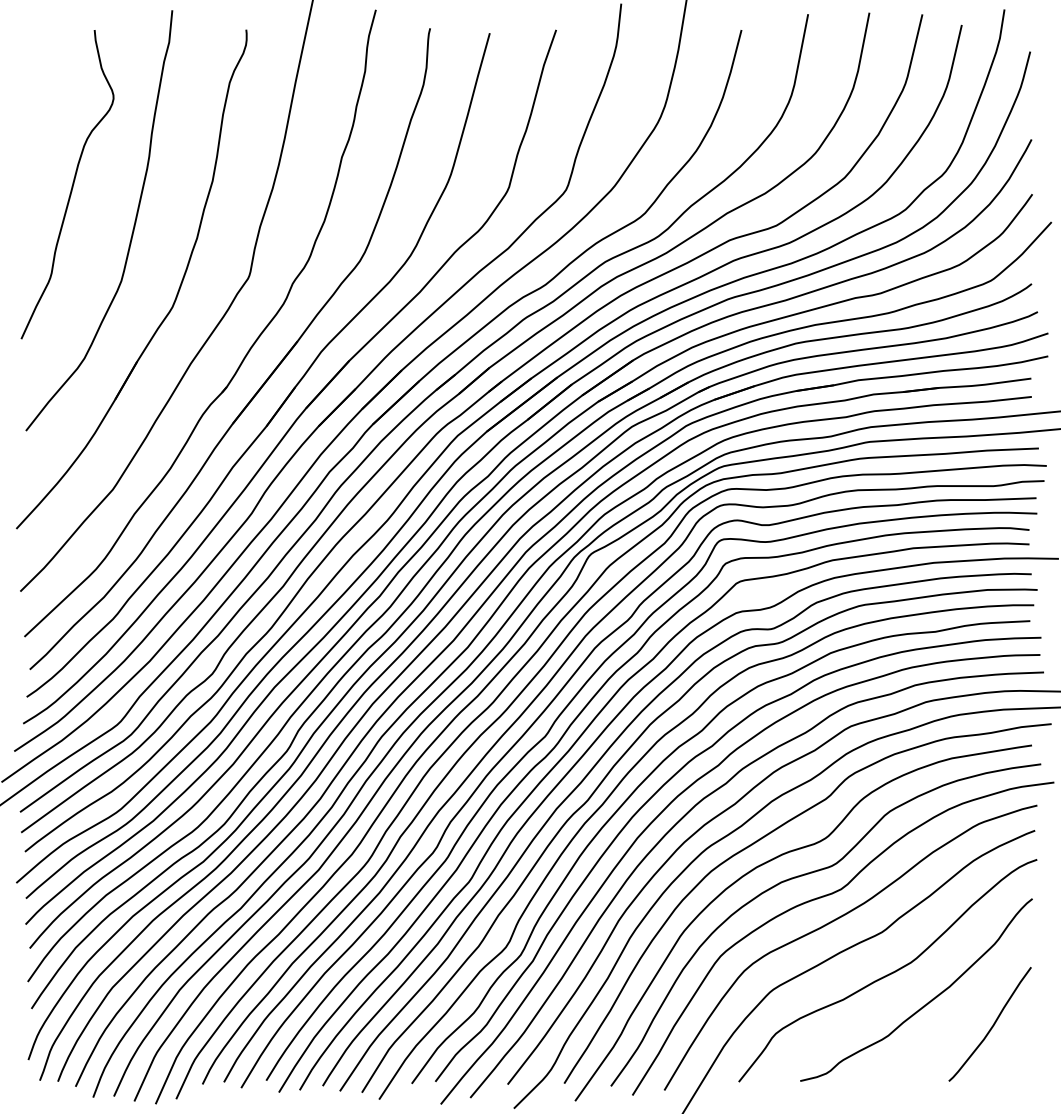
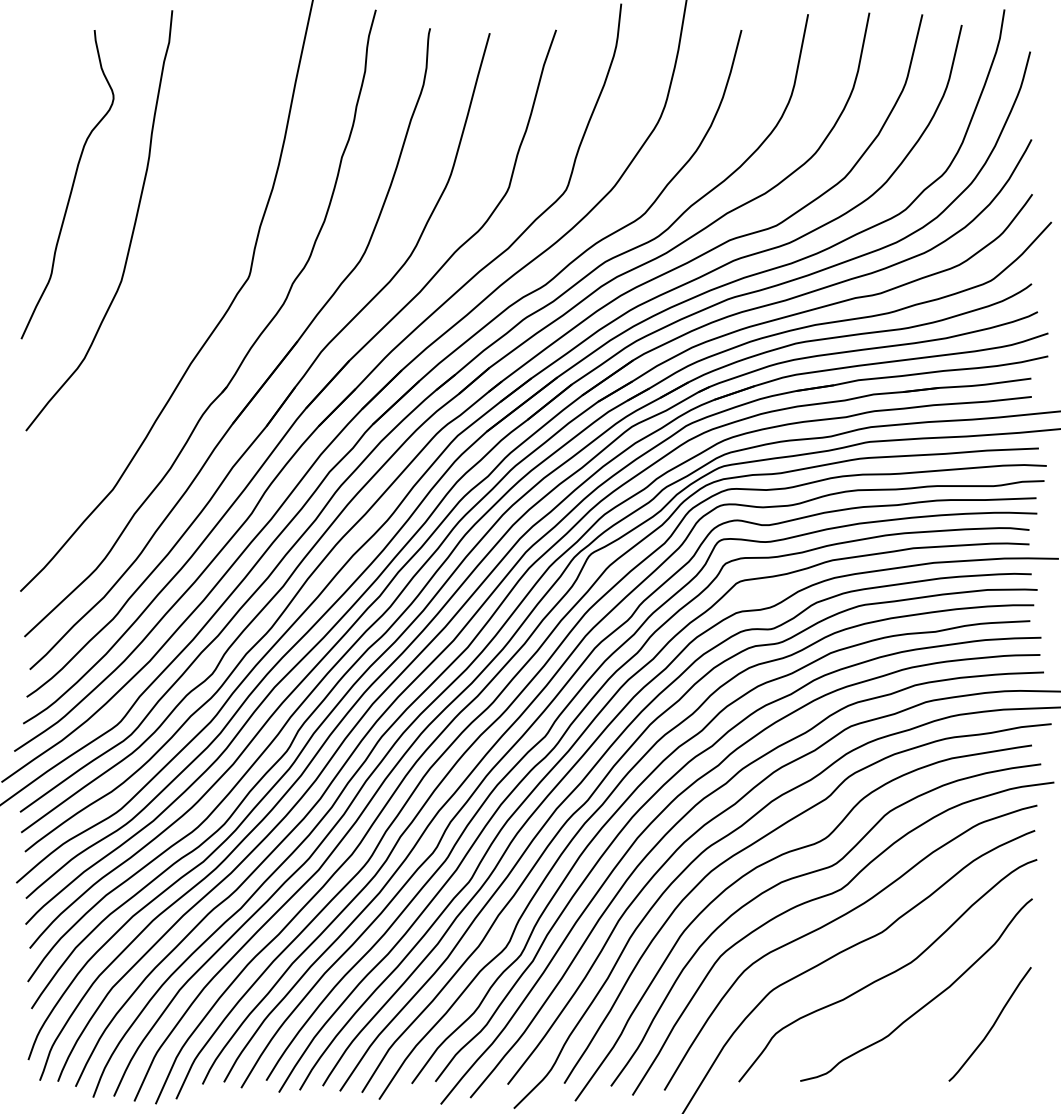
part at (175, 296): present -> none
